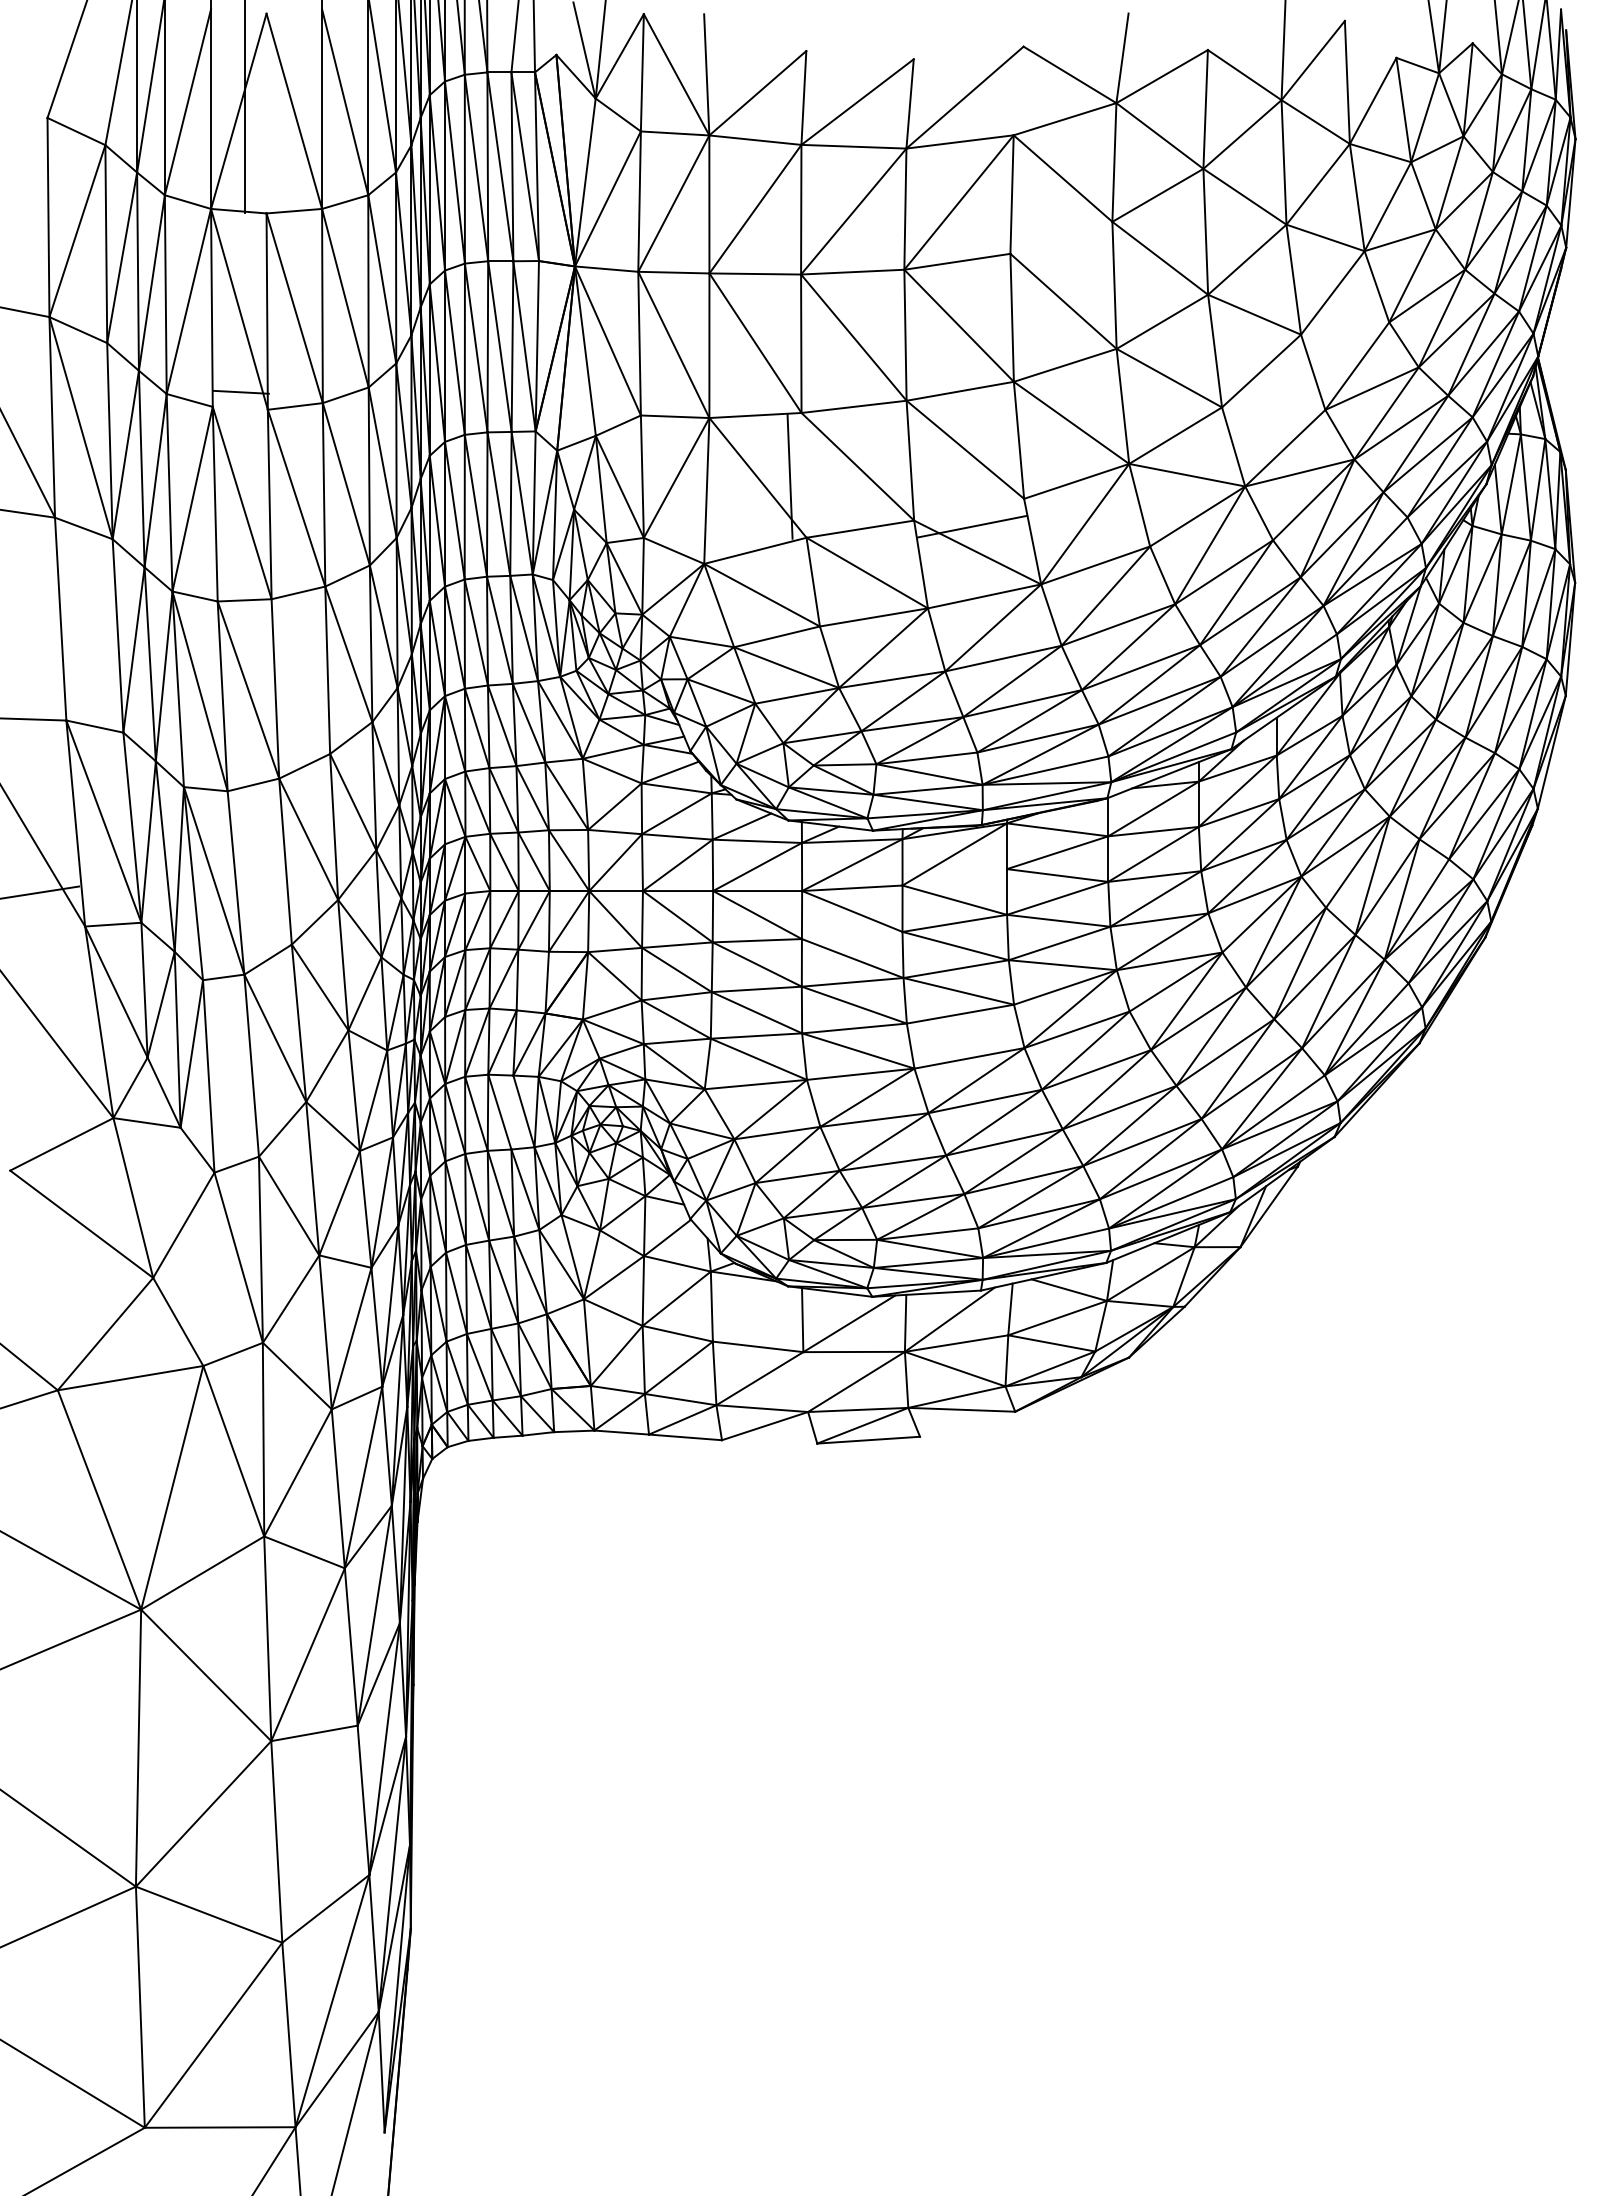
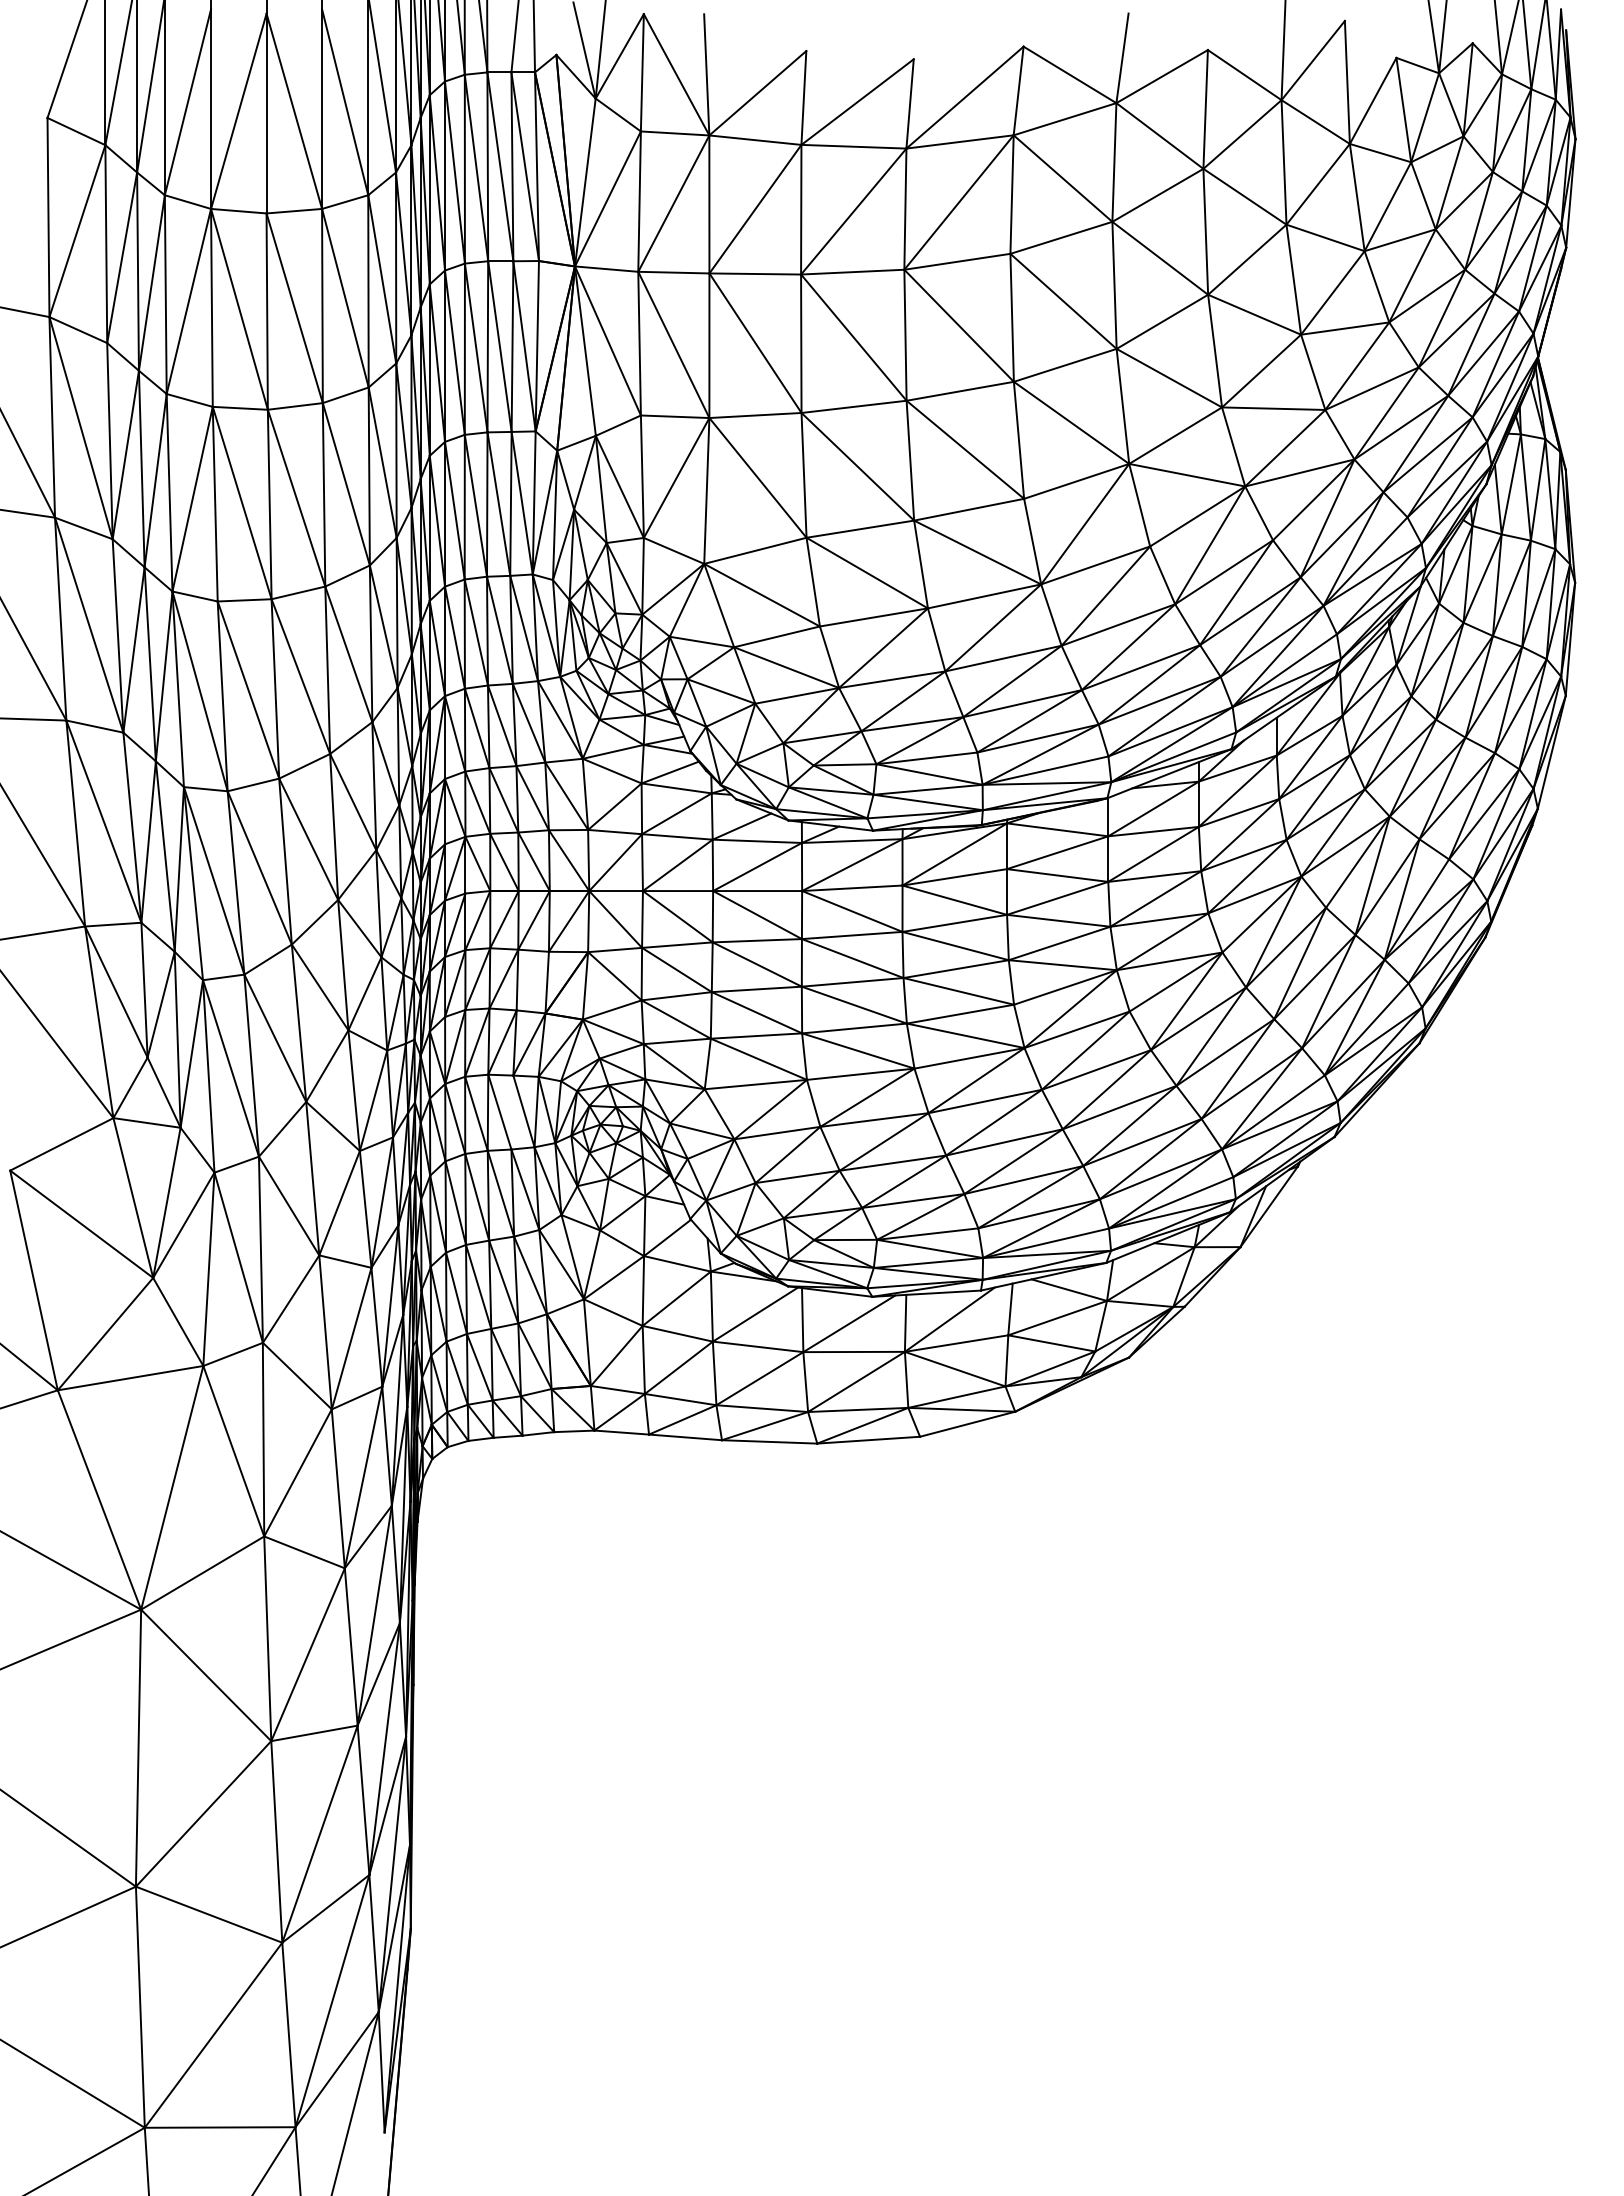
line at (105, 73): none -> present
line at (1018, 90): none -> present
line at (244, 107) position: (244, 107) -> (266, 107)
line at (1061, 237): none -> present
line at (1345, 328): none -> present
line at (240, 391) position: (240, 391) -> (239, 407)
line at (1273, 408): none -> present
line at (789, 475) position: (789, 475) -> (803, 474)
line at (972, 526) position: (972, 526) -> (969, 509)
line at (89, 624): none -> present
line at (34, 660): none -> present
line at (300, 676): none -> present
line at (259, 867): none -> present
line at (954, 877): none -> present
line at (40, 892) position: (40, 892) -> (43, 932)
line at (851, 935): none -> present
line at (965, 1035): none -> present
line at (230, 1068): none -> present
line at (166, 1202): none -> present
line at (208, 1269): none -> present
line at (33, 1280): none -> present
line at (755, 1314): none -> present
line at (805, 1382): none -> present
line at (967, 1423): none -> present
line at (769, 1441): none -> present
line at (319, 1833): none -> present
line at (146, 2159): none -> present
